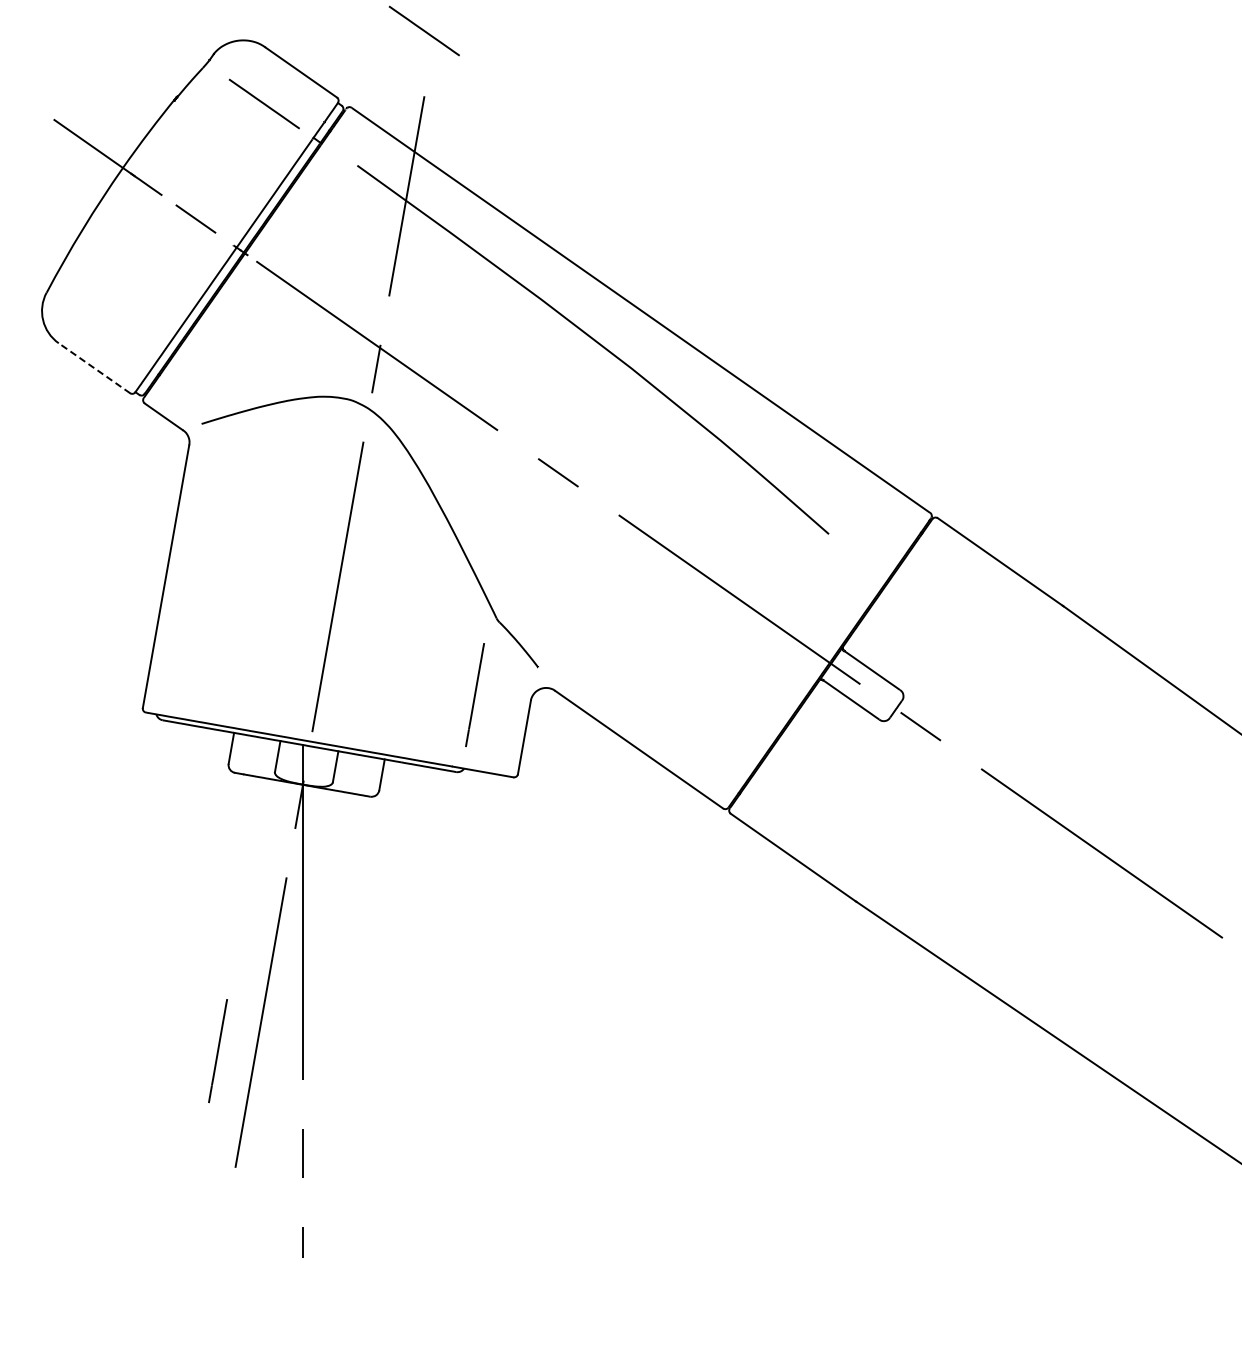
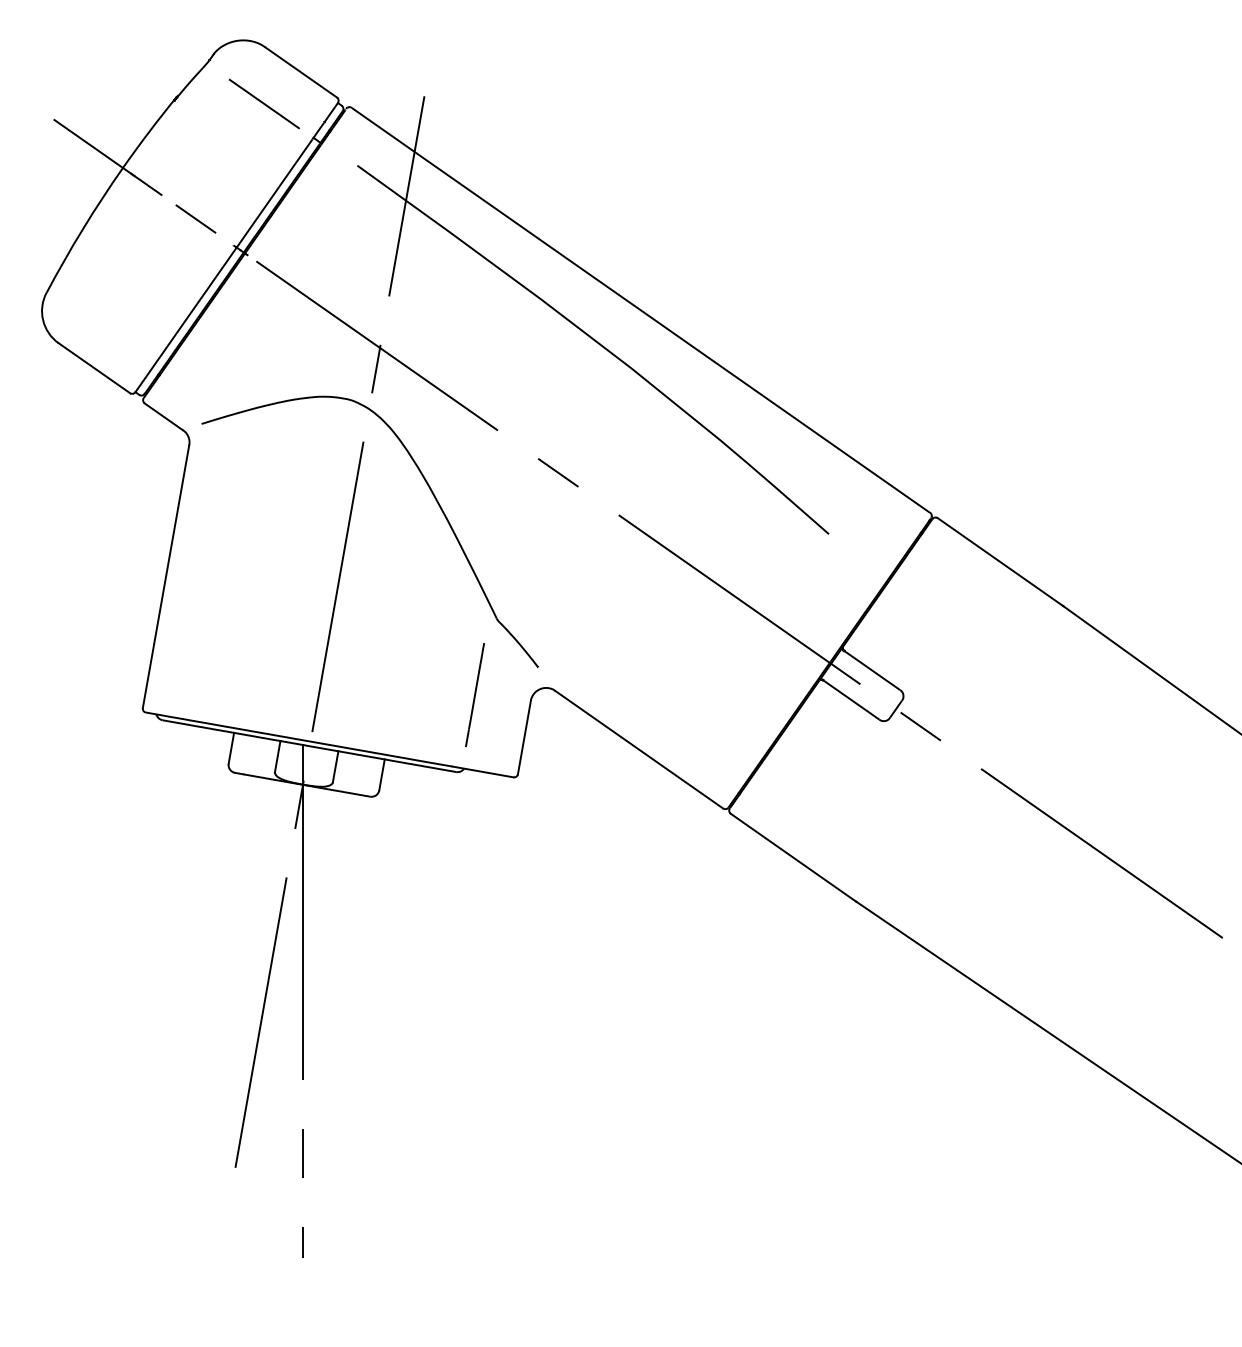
line at (423, 30): present -> none
line at (94, 368): dashed -> solid
line at (217, 1051): present -> none
